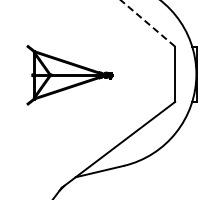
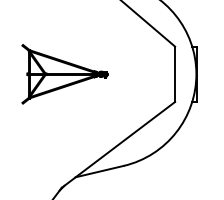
line at (147, 23): dashed -> solid
part at (69, 75) position: (69, 75) -> (64, 74)
